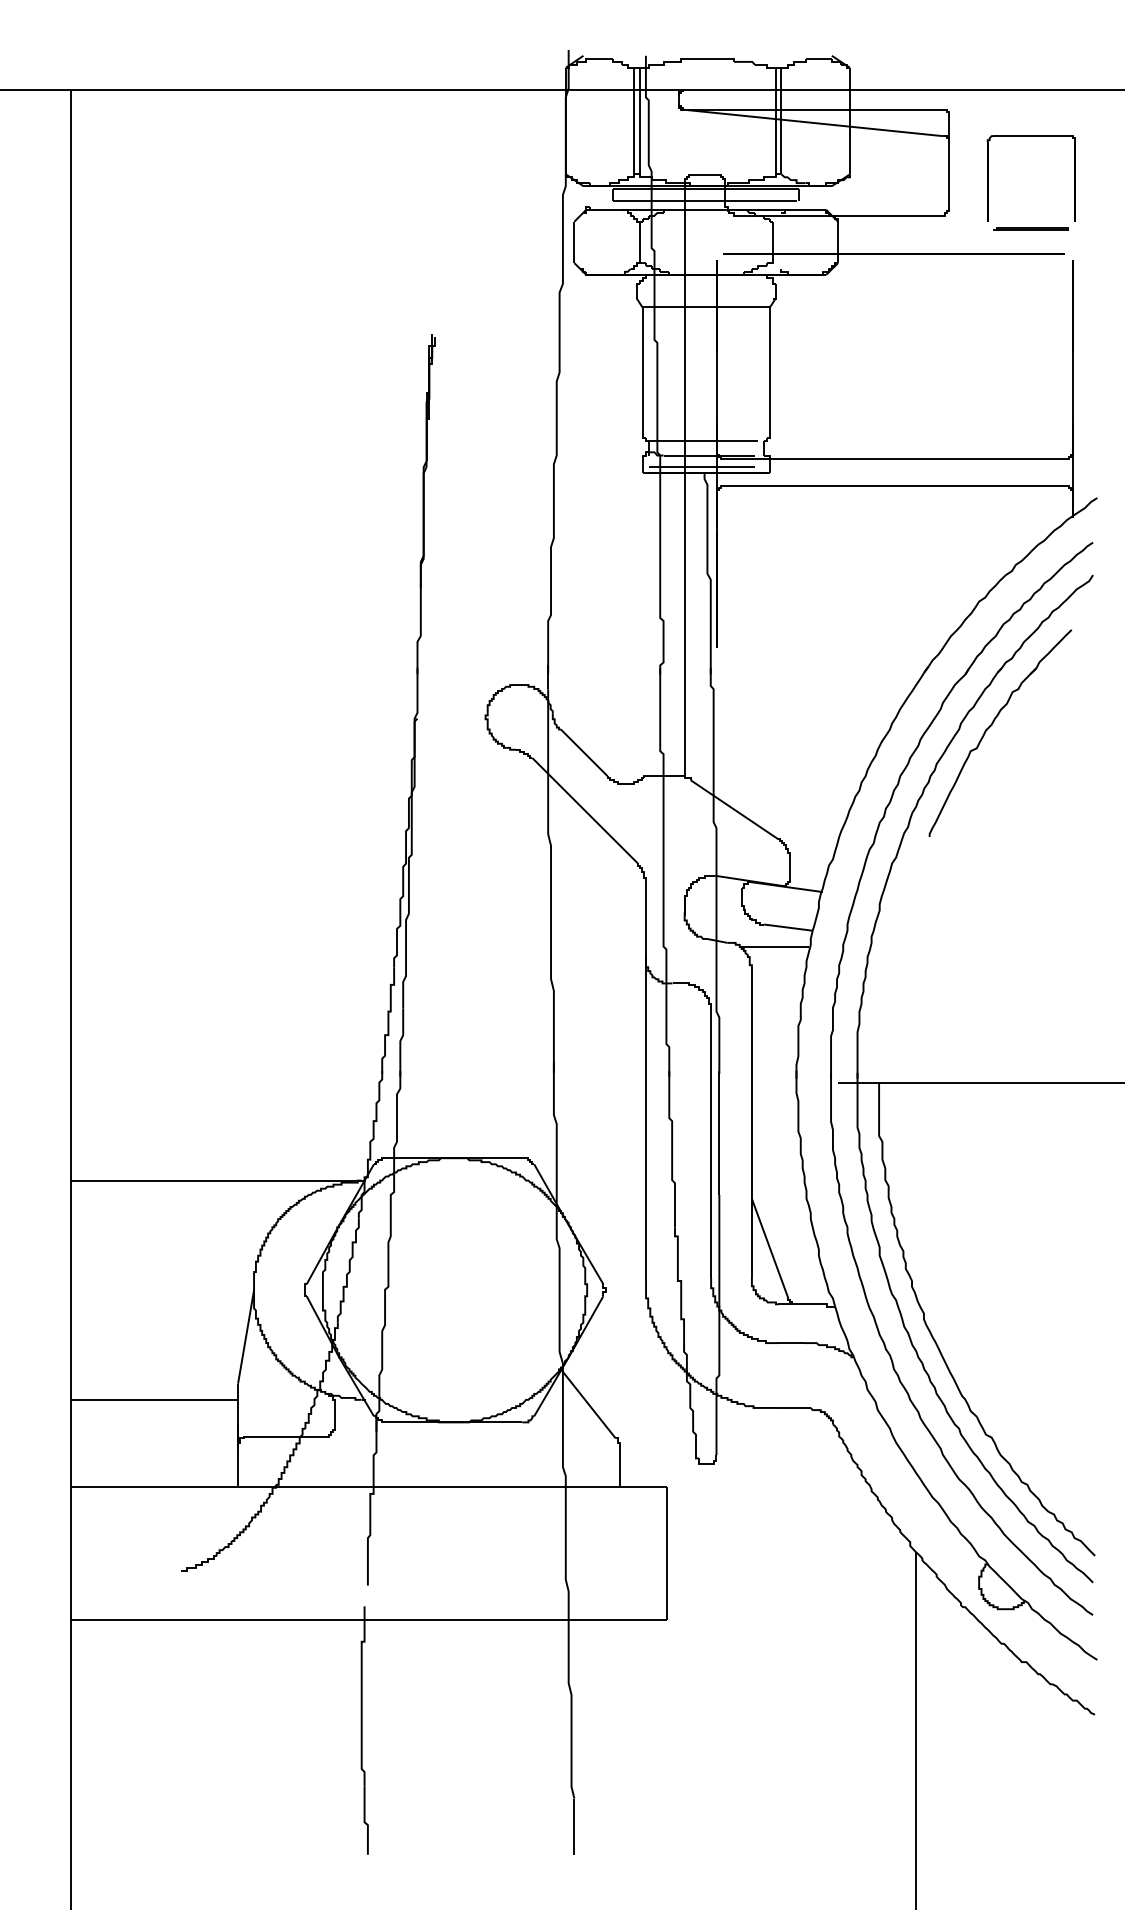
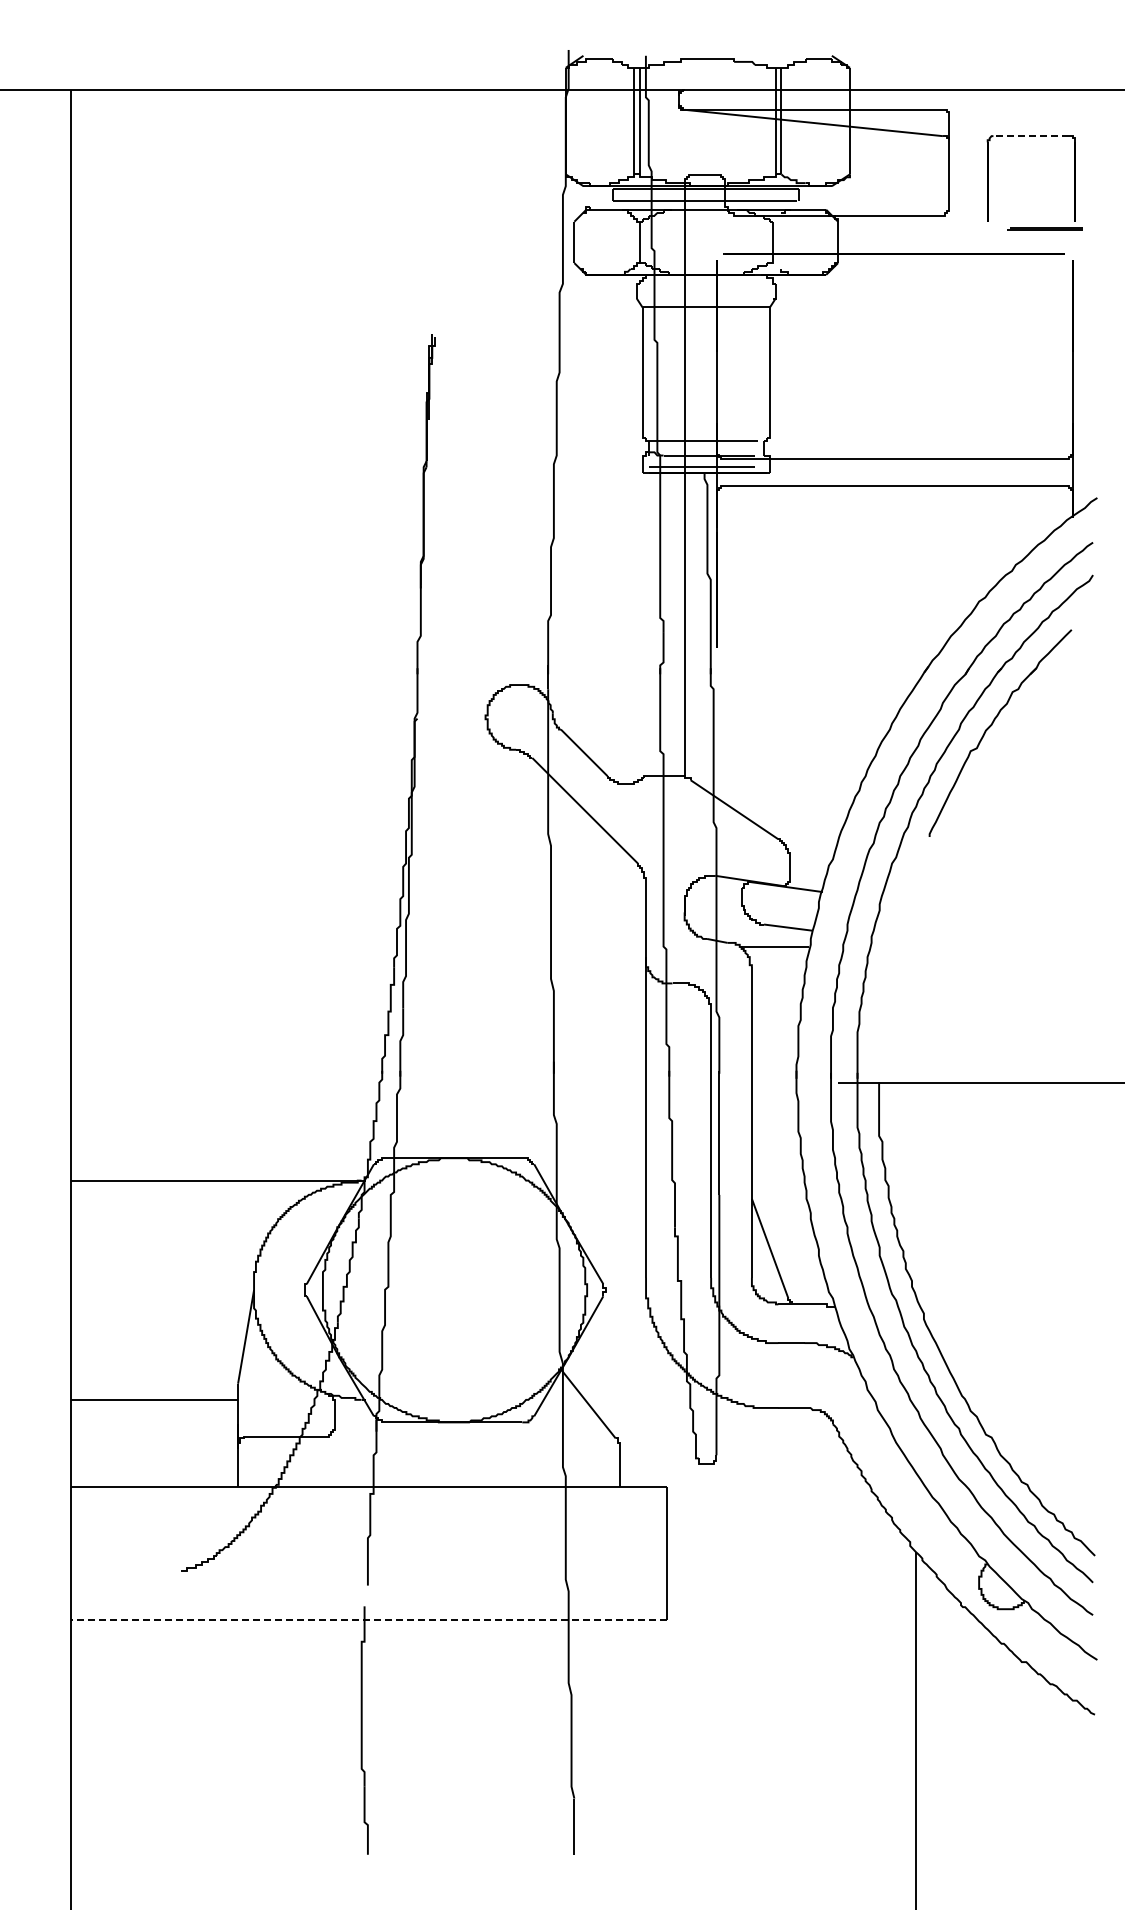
line at (1031, 136): solid -> dashed
line at (1030, 228) position: (1030, 228) -> (1044, 228)
line at (368, 1619): solid -> dashed
